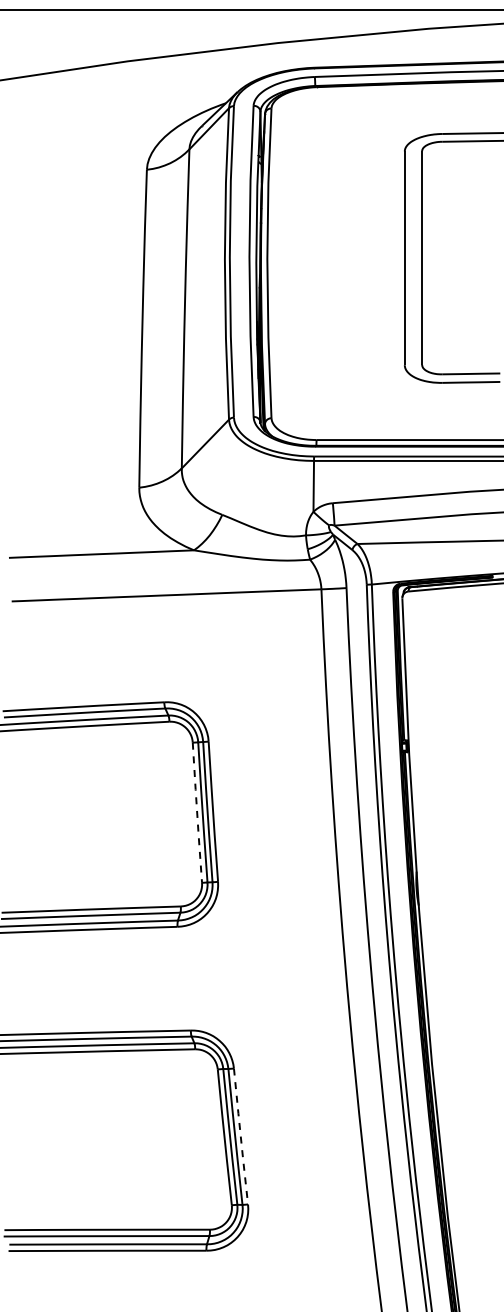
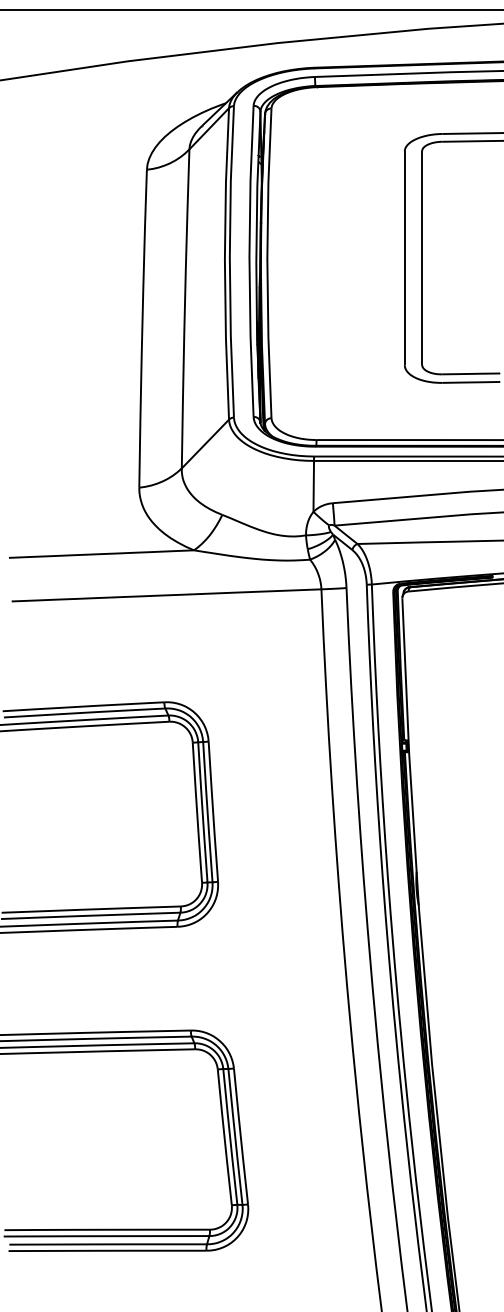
line at (197, 813): dashed -> solid
line at (240, 1136): dashed -> solid
